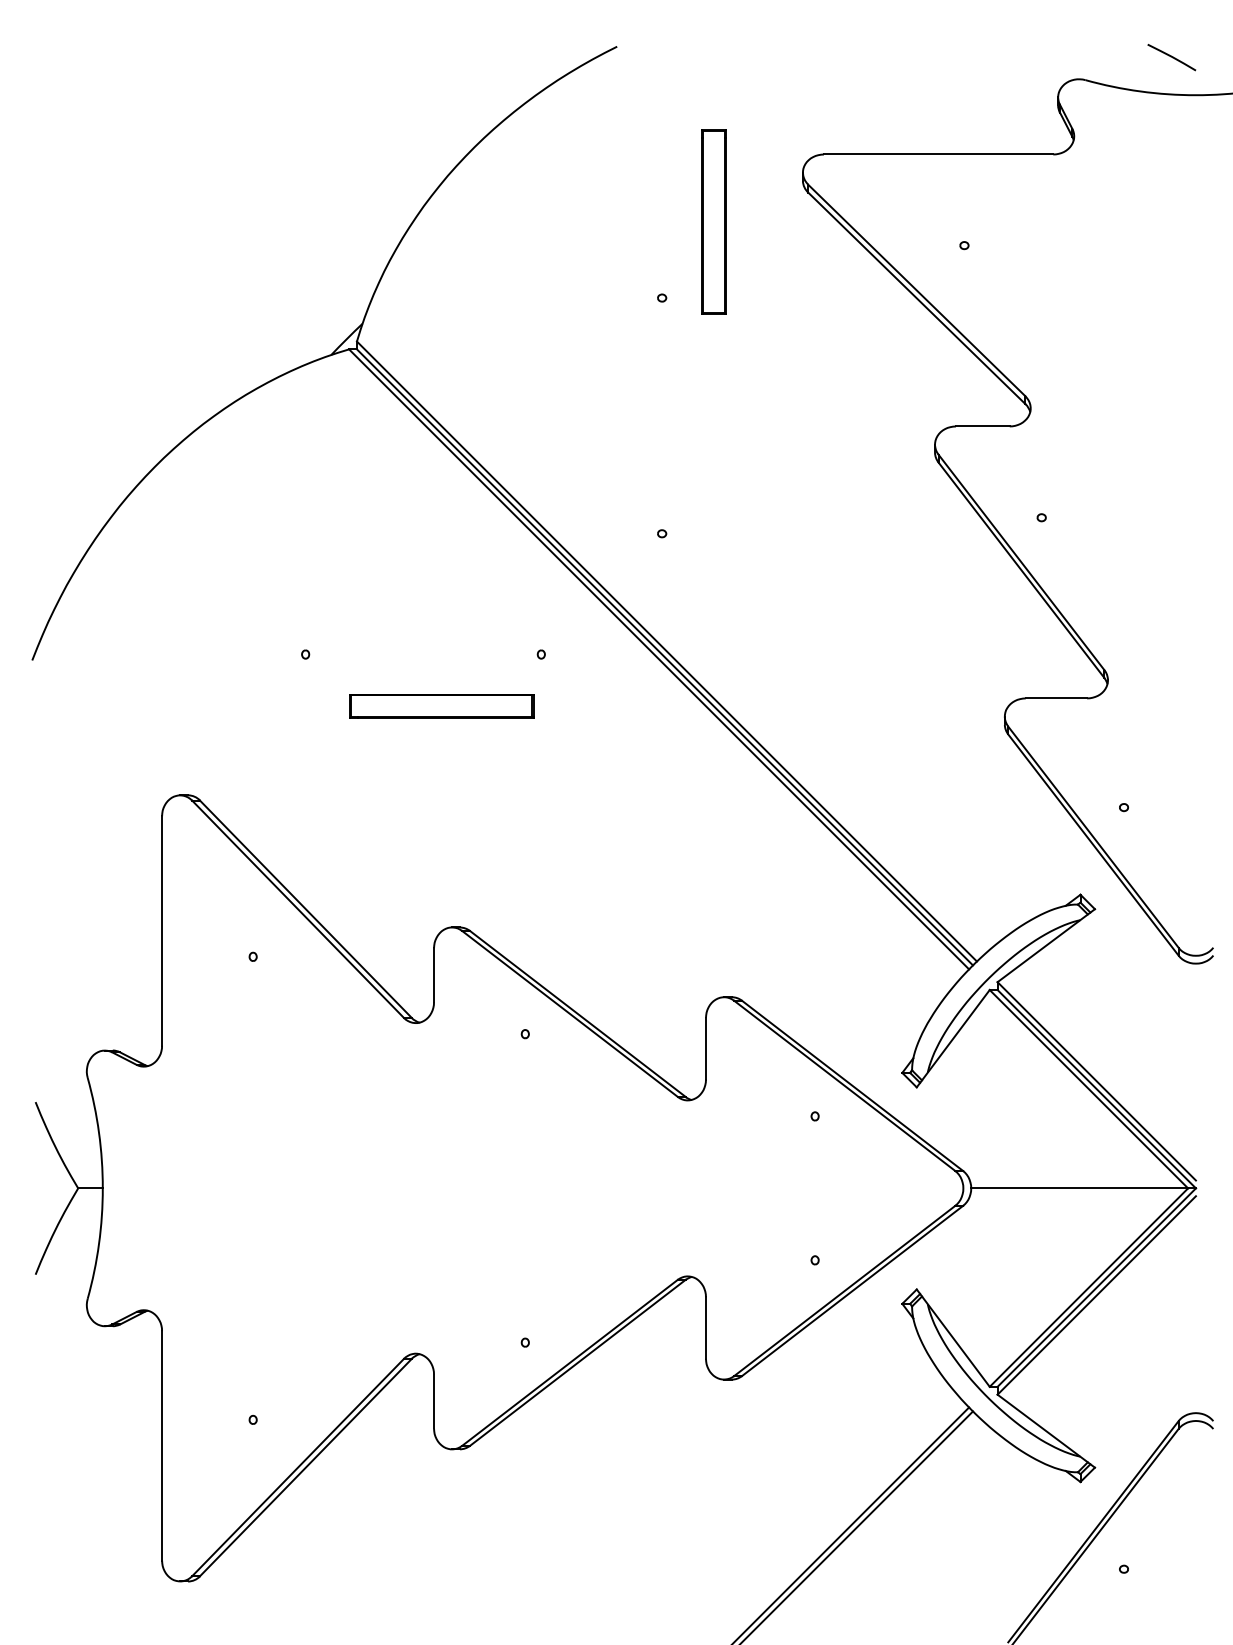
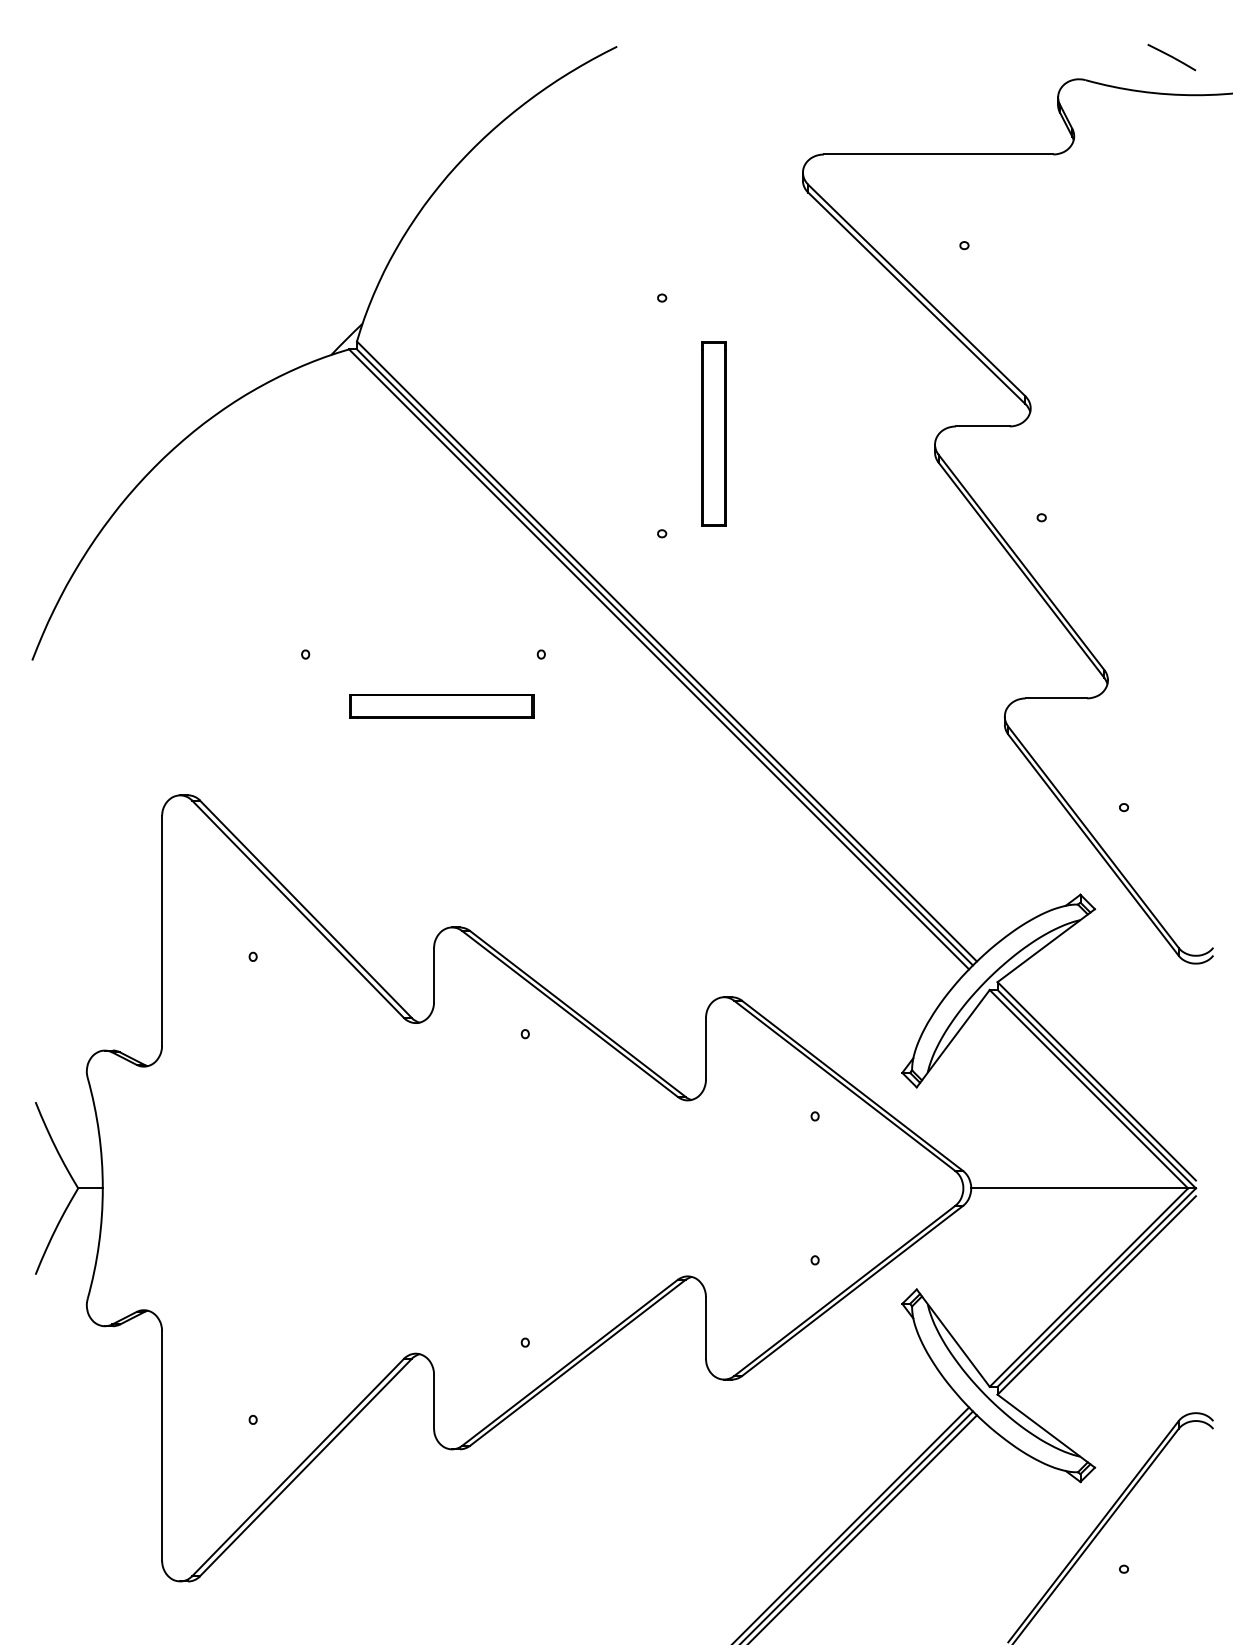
part at (713, 221) position: (713, 221) -> (713, 433)
line at (863, 1528): none -> present
